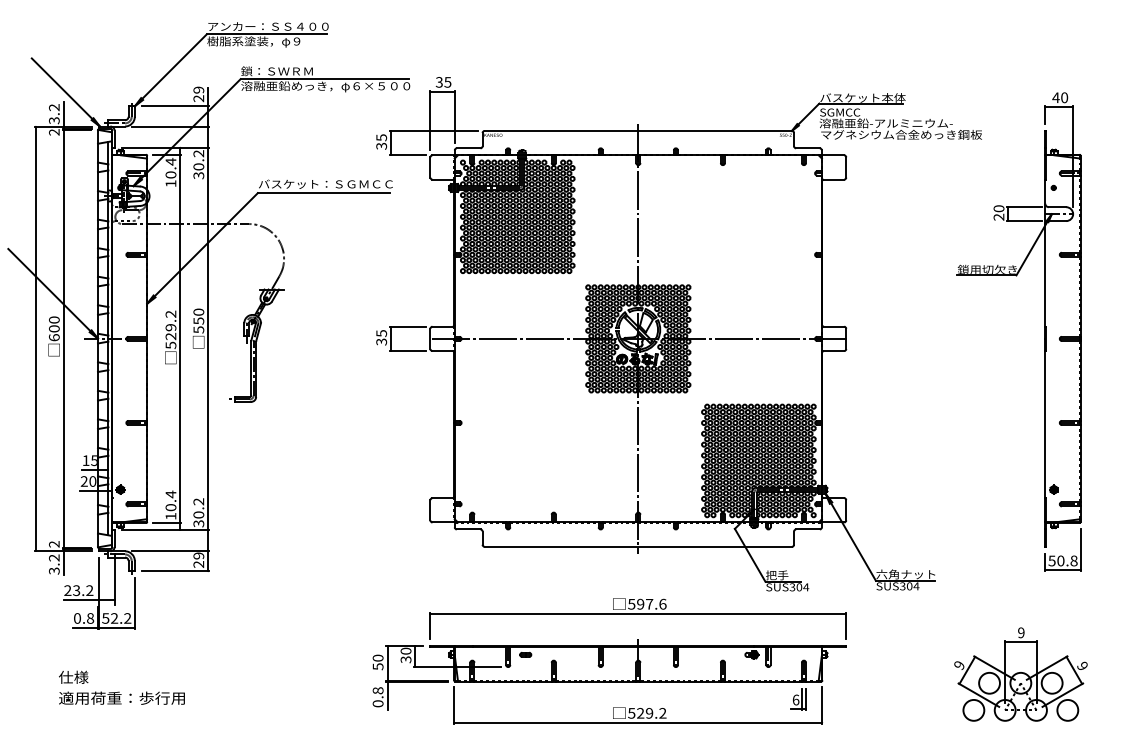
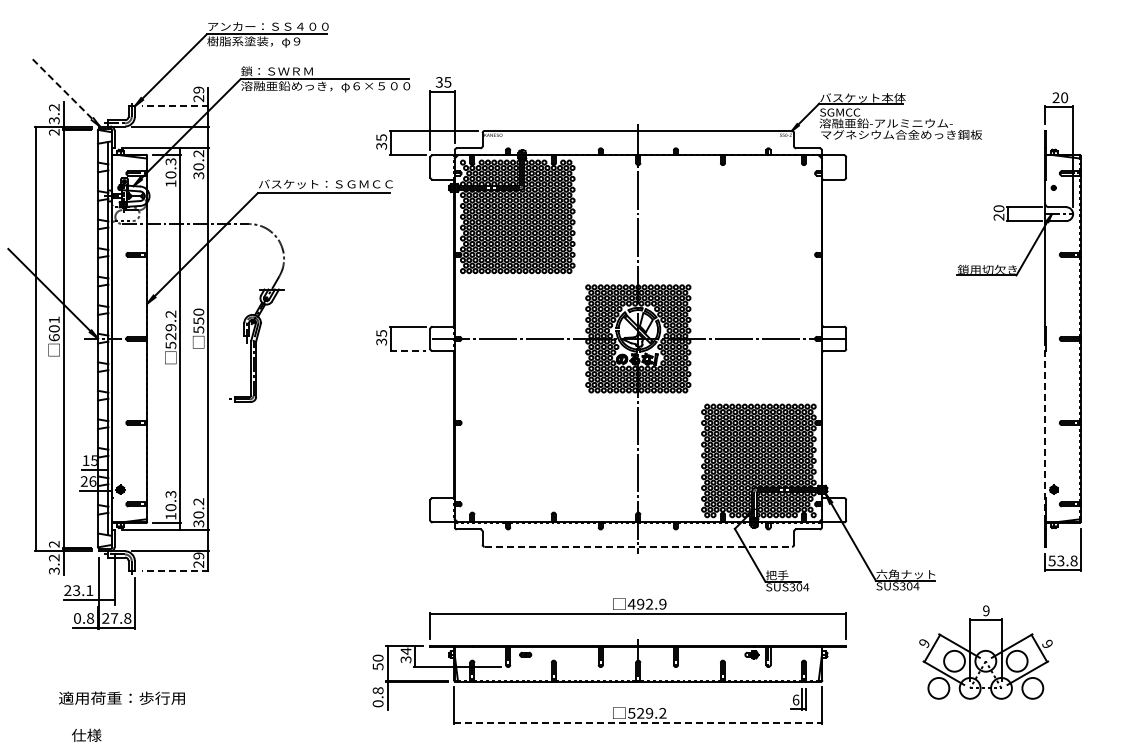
line at (65, 92): solid -> dashed
text at (1055, 97): 40 -> 20
line at (175, 106): solid -> dashed
text at (170, 161): 10.4 -> 10.3
text at (54, 319): 600 -> 601
line at (407, 351): solid -> dashed
line at (1045, 430): solid -> dashed
text at (92, 481): 20 -> 26
text at (170, 494): 10.4 -> 10.3
line at (638, 546): solid -> dashed
text at (1060, 560): 50.8 -> 53.8
line at (175, 571): solid -> dashed
text at (89, 590): 23.2 -> 23.1
text at (646, 603): 597.6 -> 492.9
text at (116, 618): 52.2 -> 27.8
text at (405, 651): 30 -> 34
part at (1020, 674) position: (1020, 674) -> (985, 652)
text at (73, 676) position: (73, 676) -> (86, 734)
line at (638, 722): solid -> dashed
